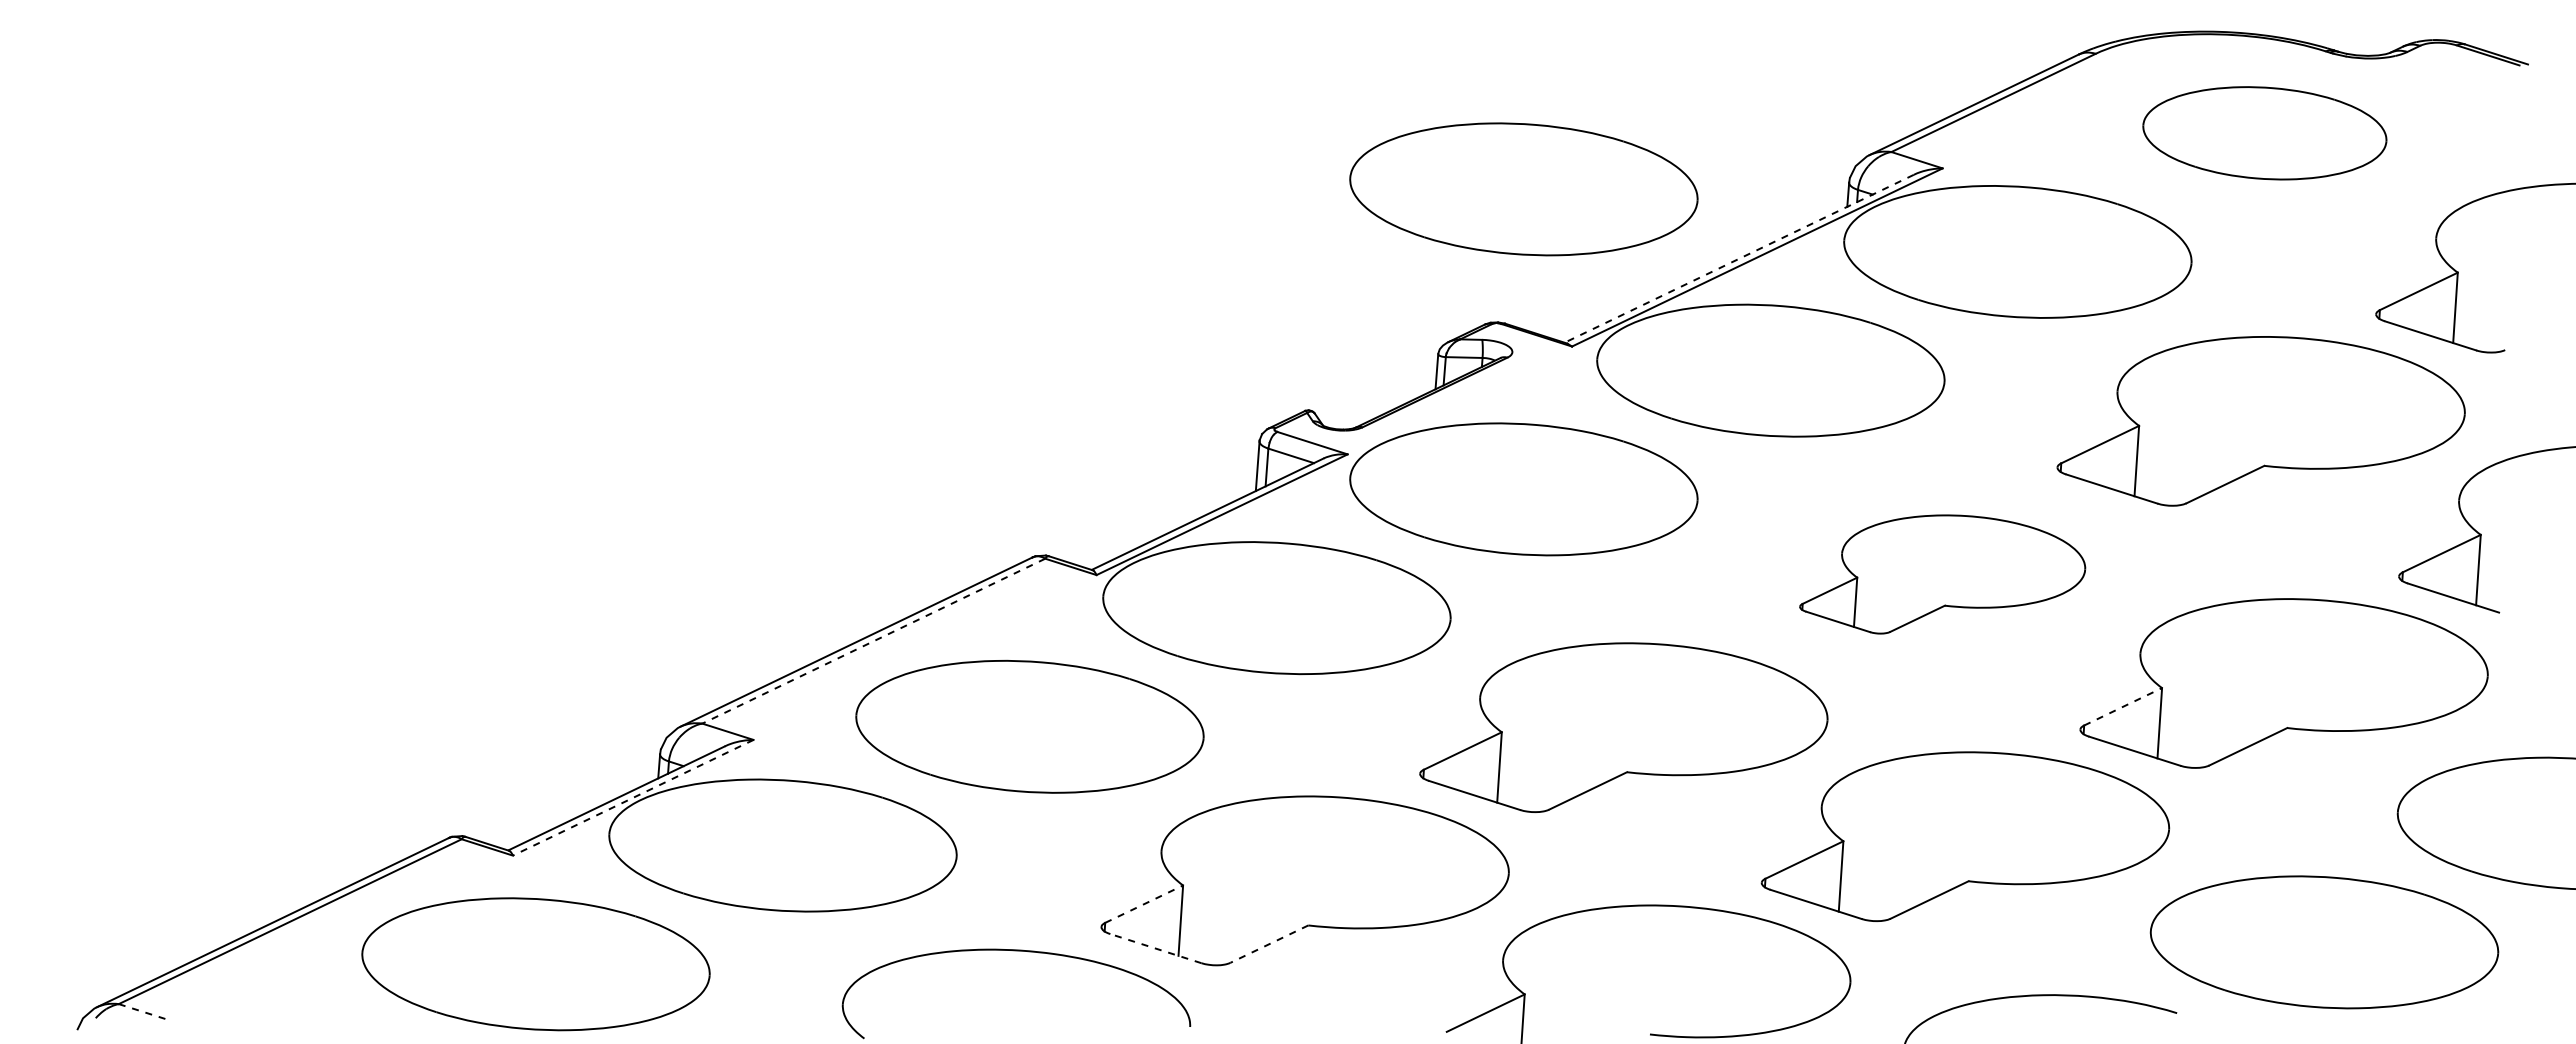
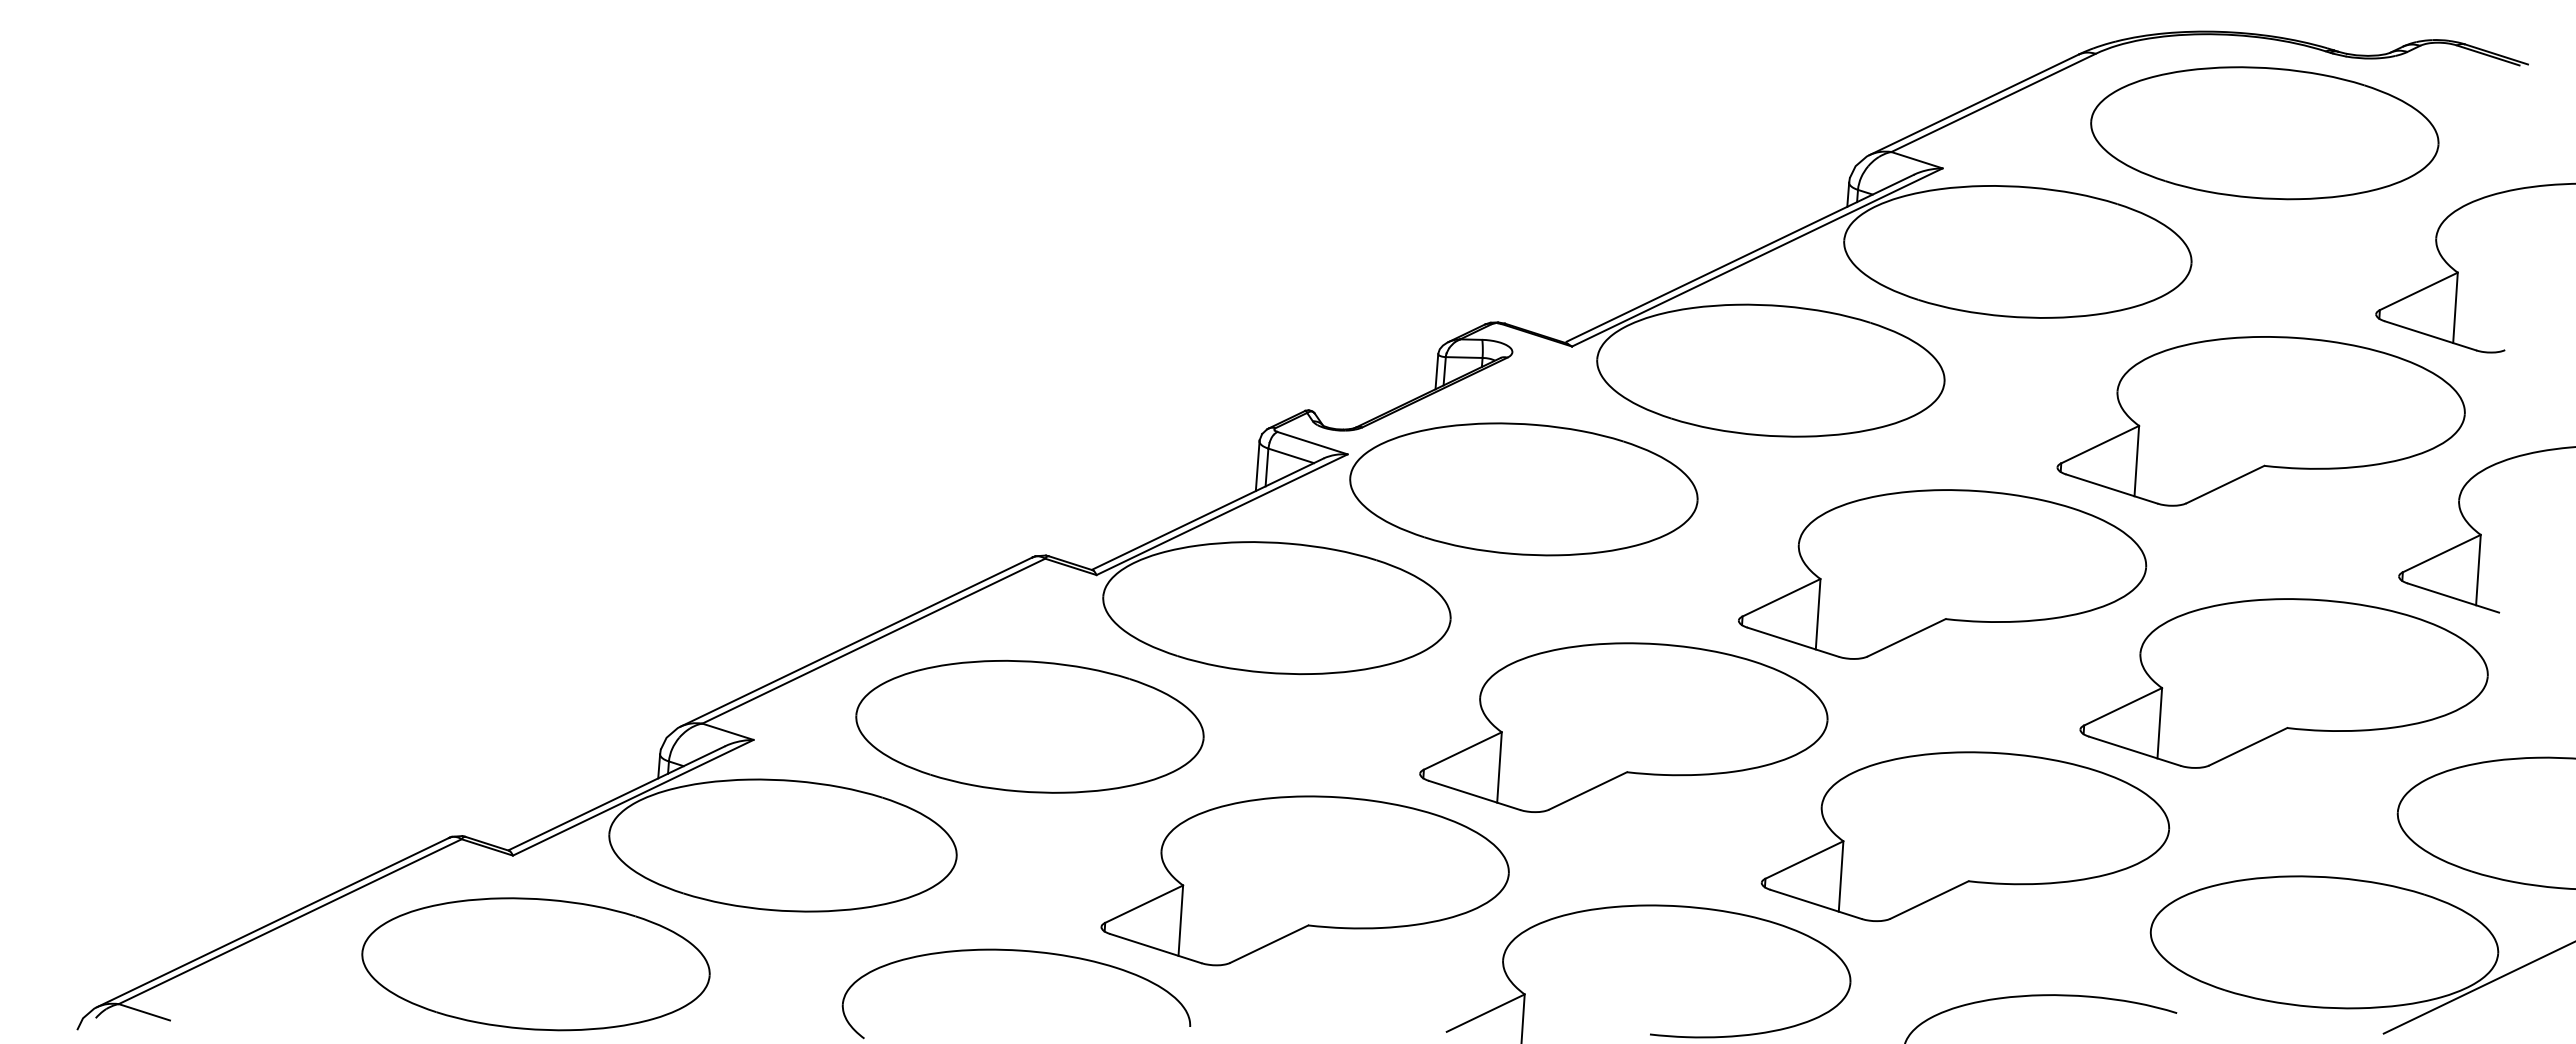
part at (2264, 133) size: 246x95 px -> 350x135 px
part at (1523, 189): present -> none
line at (1740, 258): dashed -> solid
part at (1942, 574) size: 288x121 px -> 410x171 px
line at (873, 641): dashed -> solid
line at (2123, 706): dashed -> solid
line at (633, 797): dashed -> solid
line at (1144, 903): dashed -> solid
line at (1268, 944): dashed -> solid
line at (1155, 948): dashed -> solid
line at (2477, 988): none -> present
line at (144, 1012): dashed -> solid
